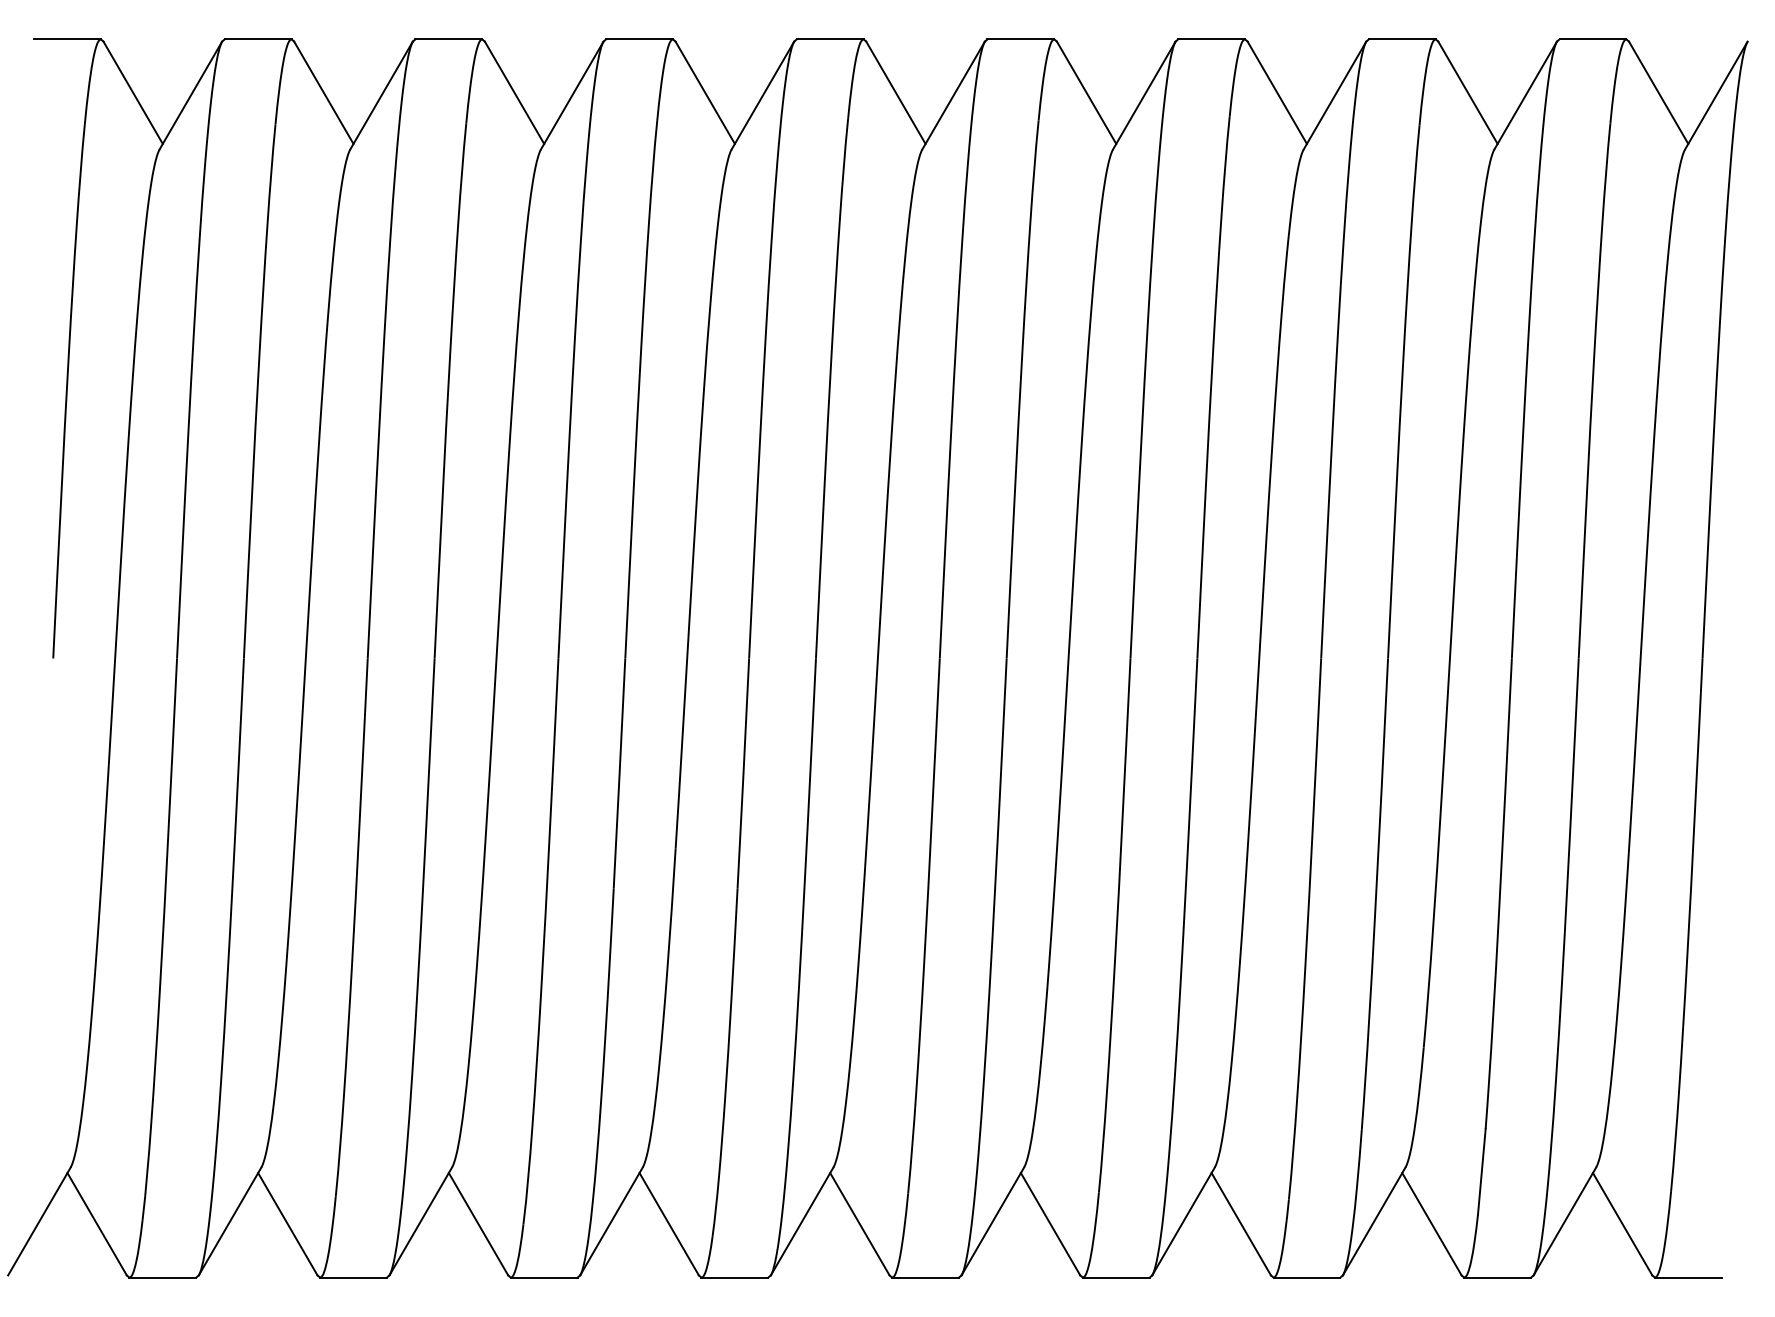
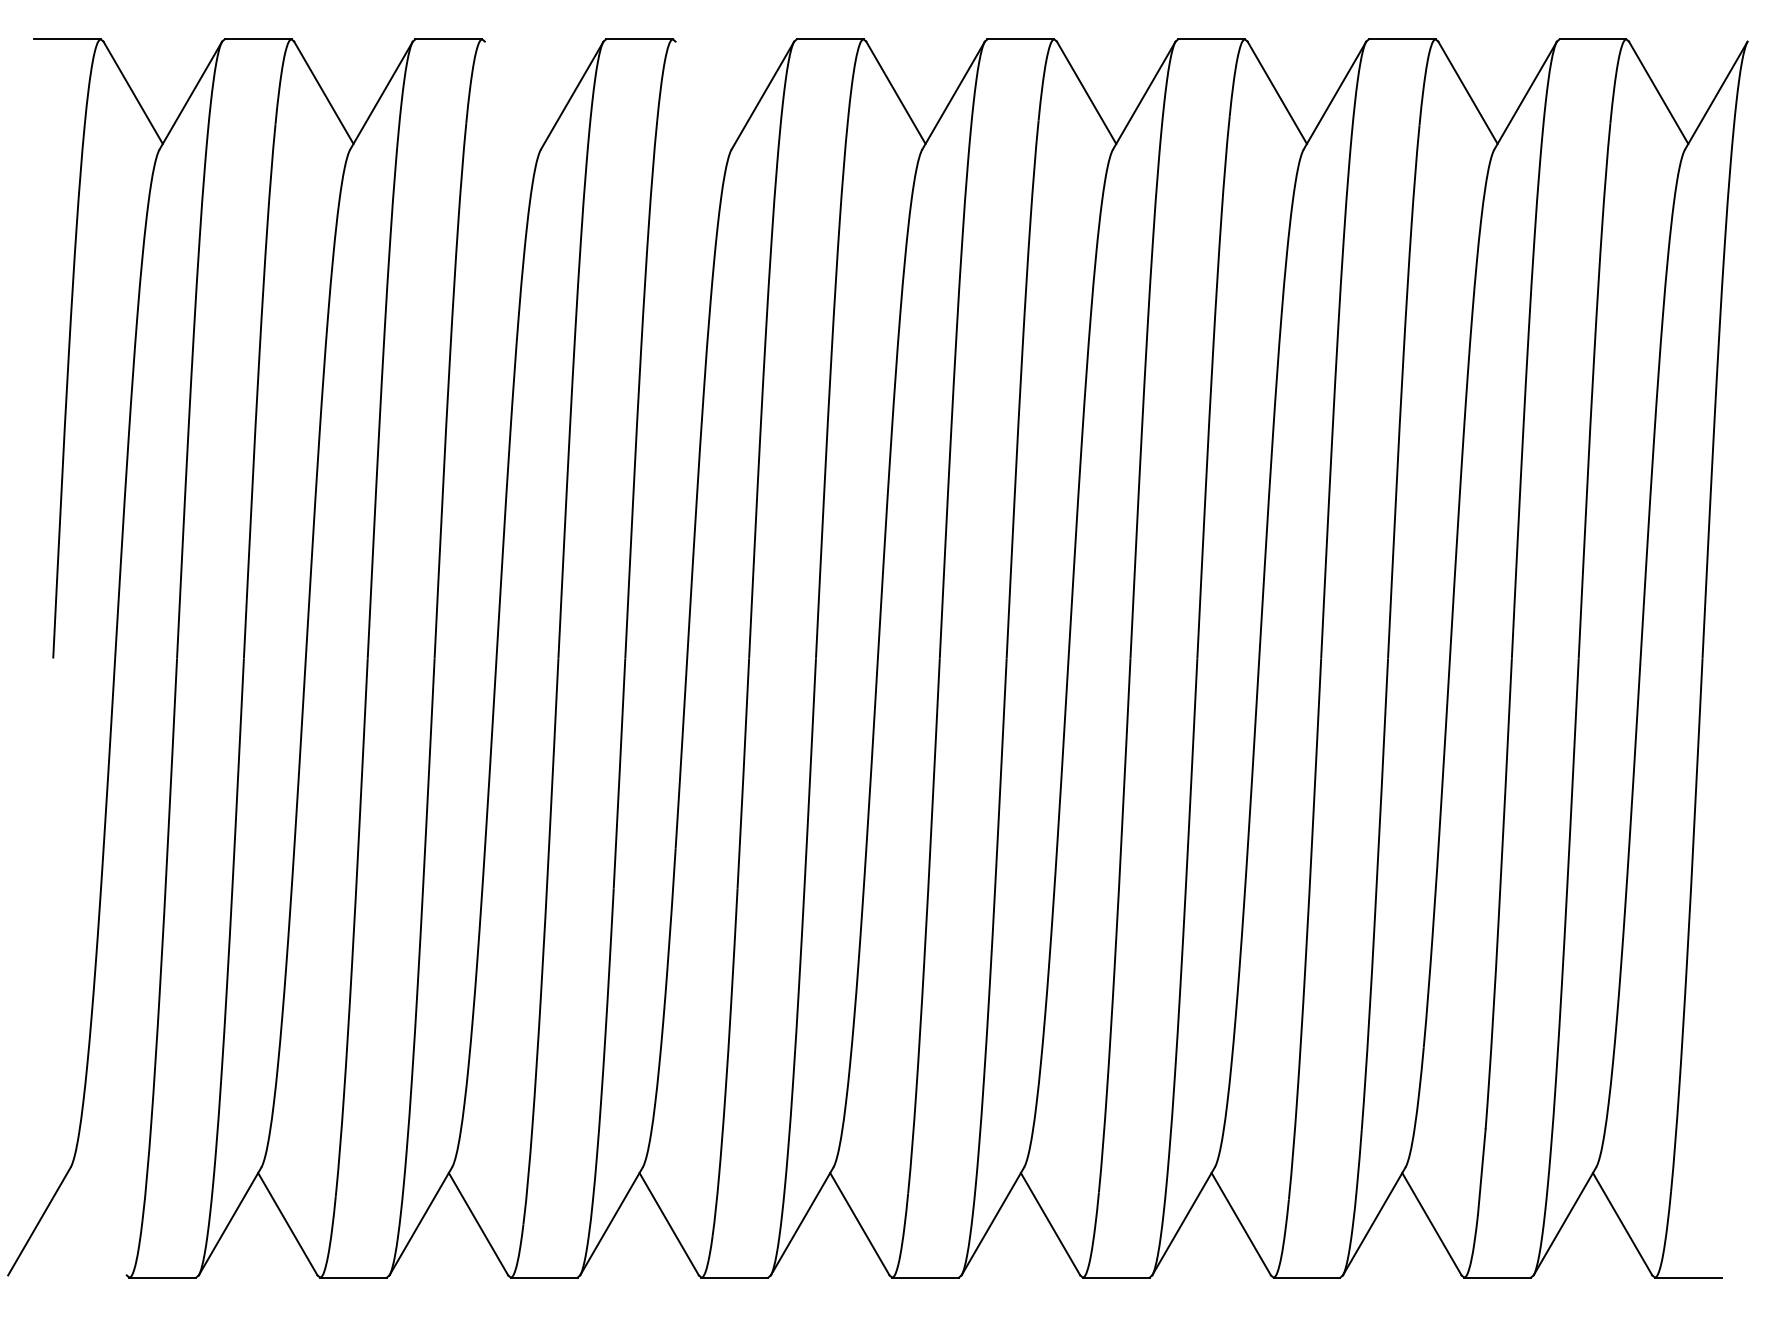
line at (514, 92): present -> none
line at (704, 92): present -> none
line at (96, 1224): present -> none
